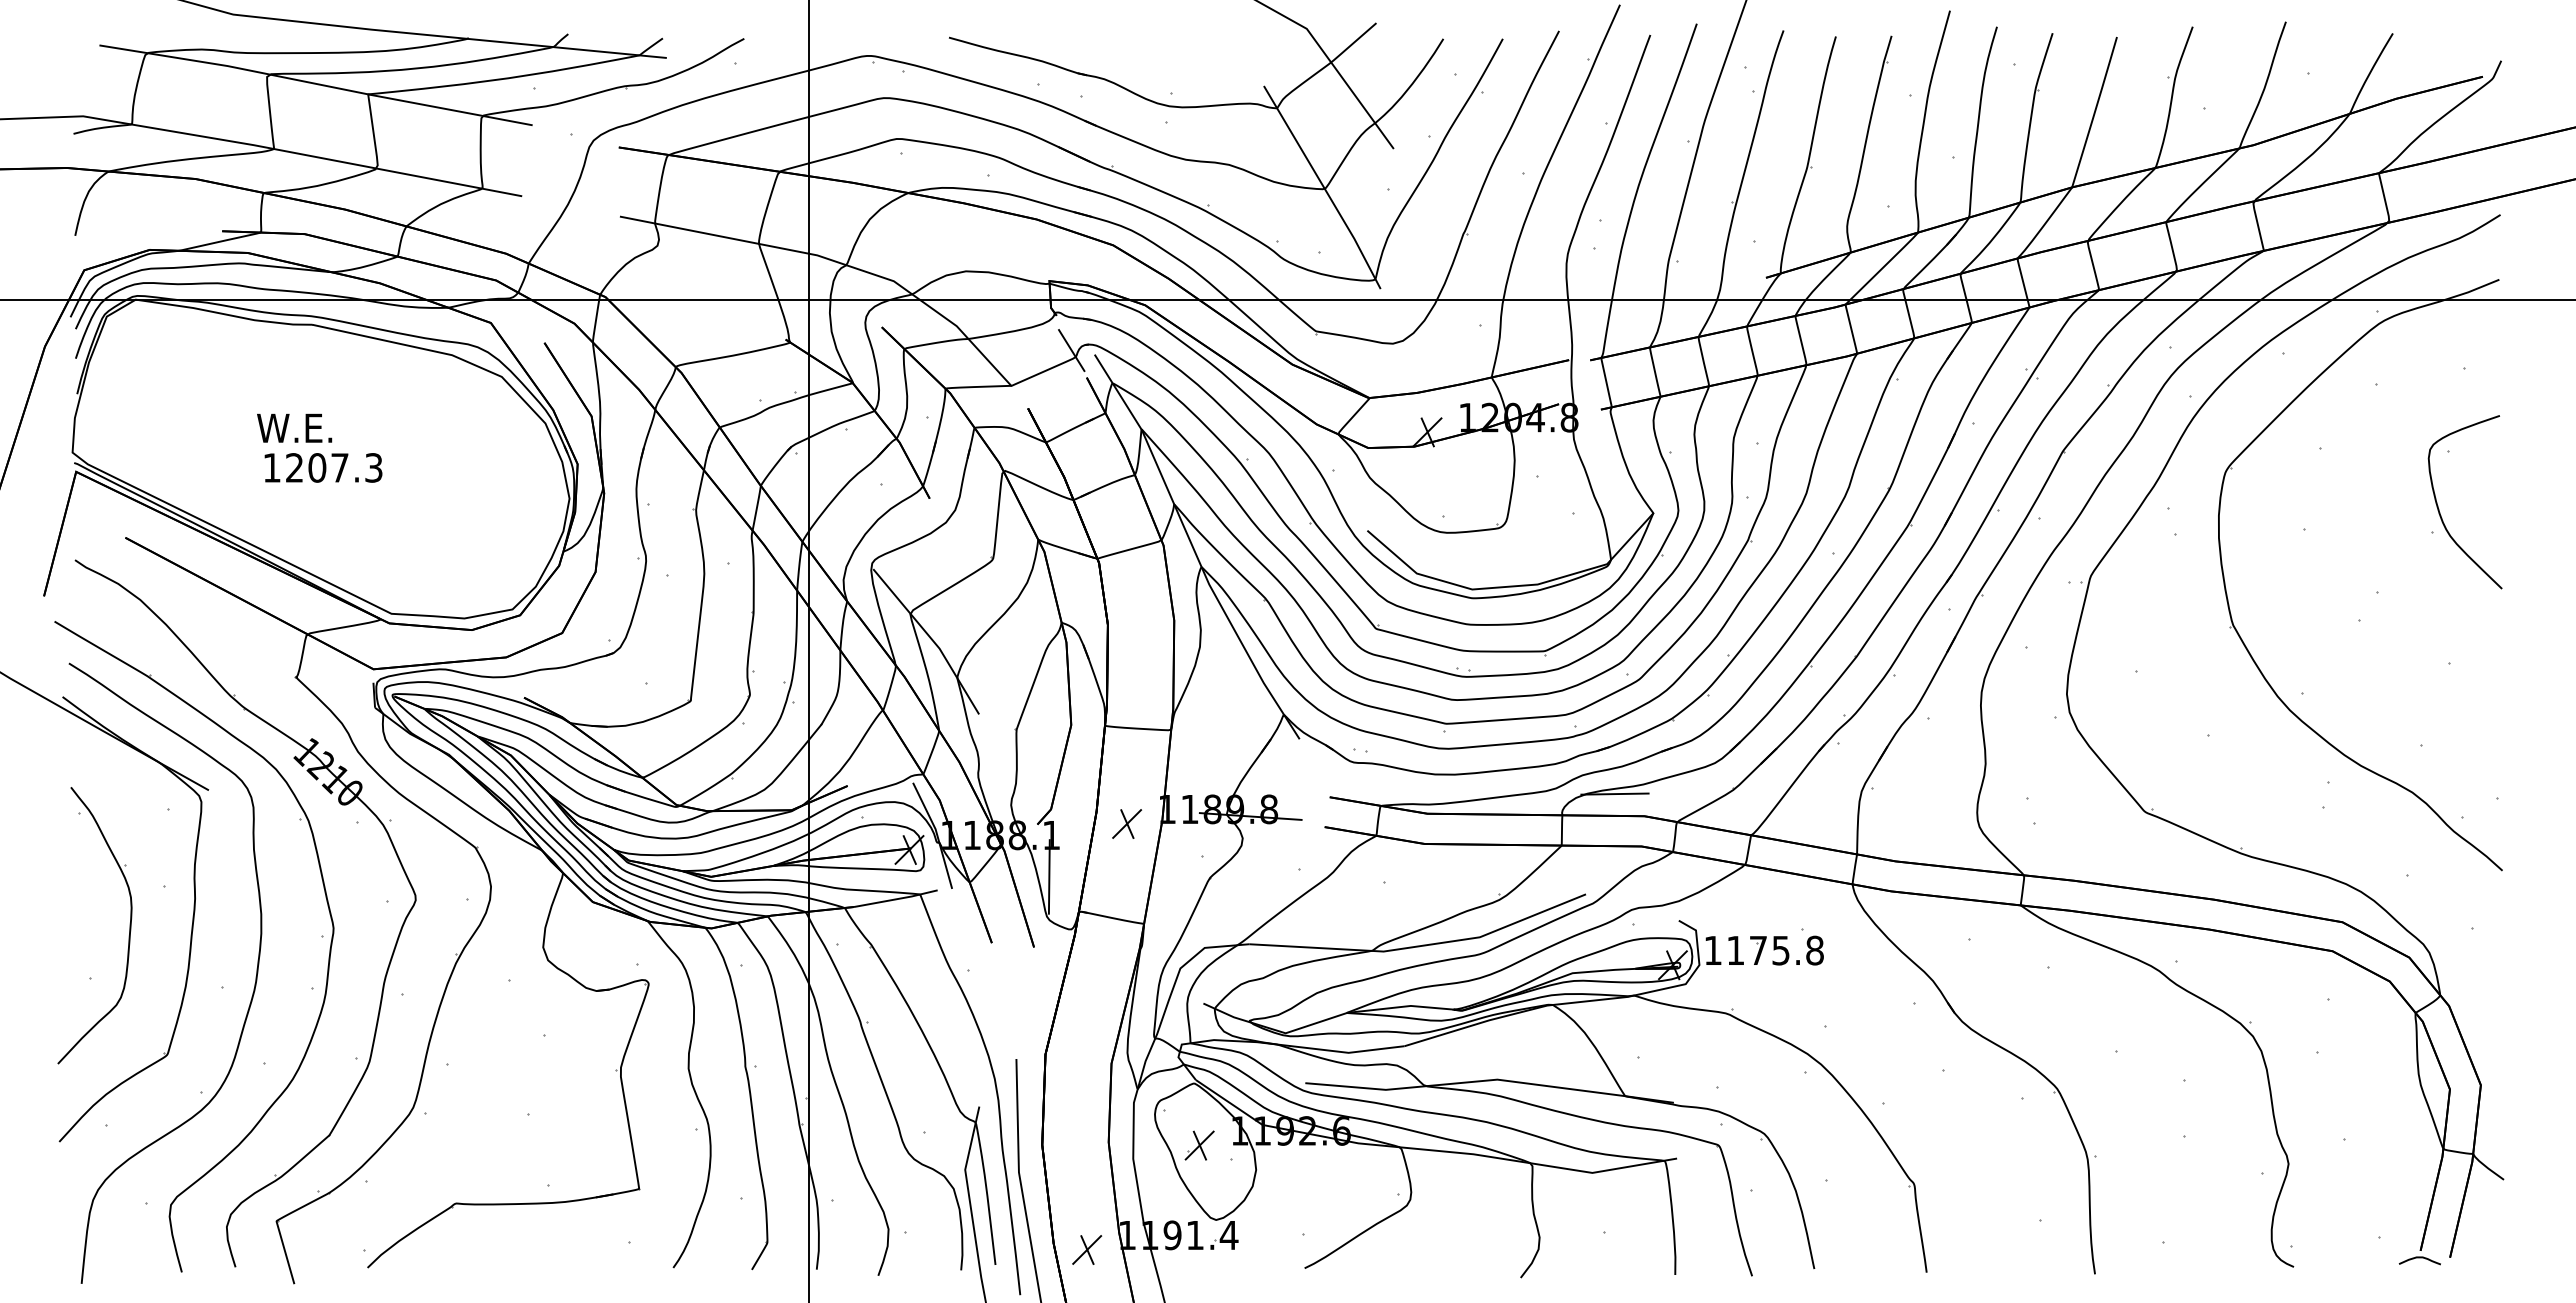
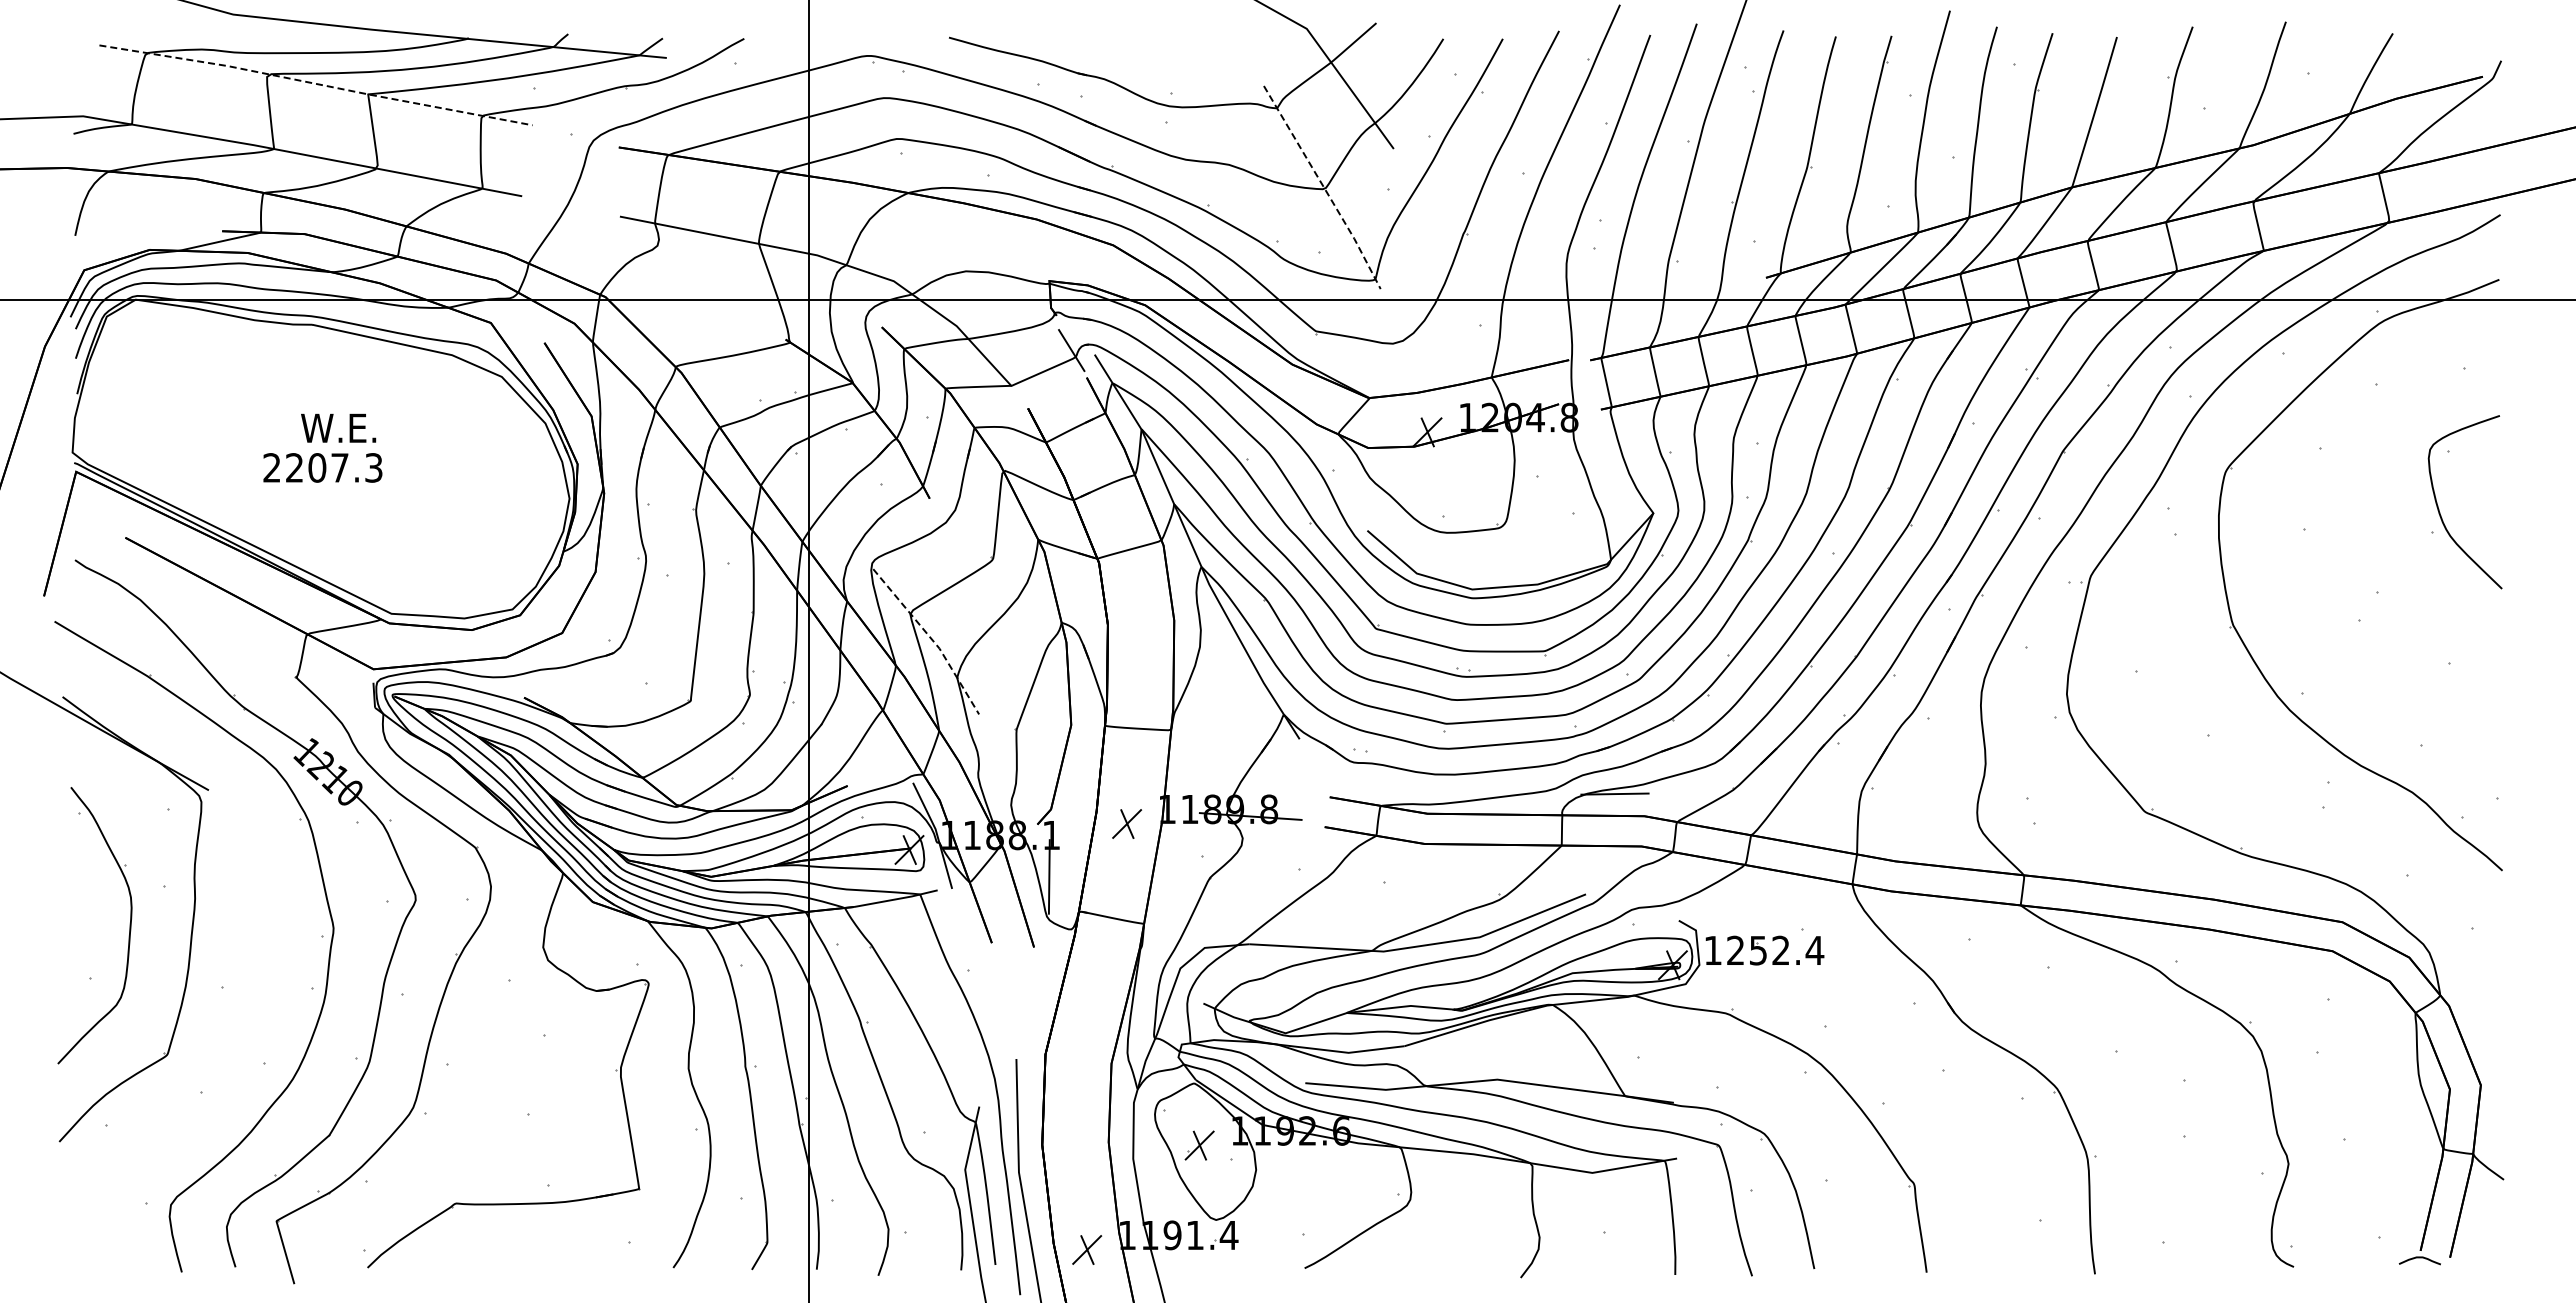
line at (315, 83): solid -> dashed
line at (1323, 187): solid -> dashed
text at (294, 427) position: (294, 427) -> (338, 427)
text at (271, 467): 1207.3 -> 2207.3
line at (931, 638): solid -> dashed
text at (1775, 950): 1175.8 -> 1252.4
curve at (251, 996): present -> none
